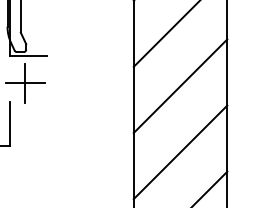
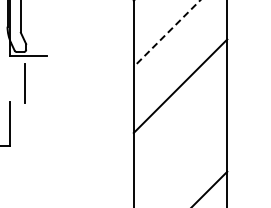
line at (166, 33): solid -> dashed
line at (24, 83): present -> none
line at (180, 152): present -> none
